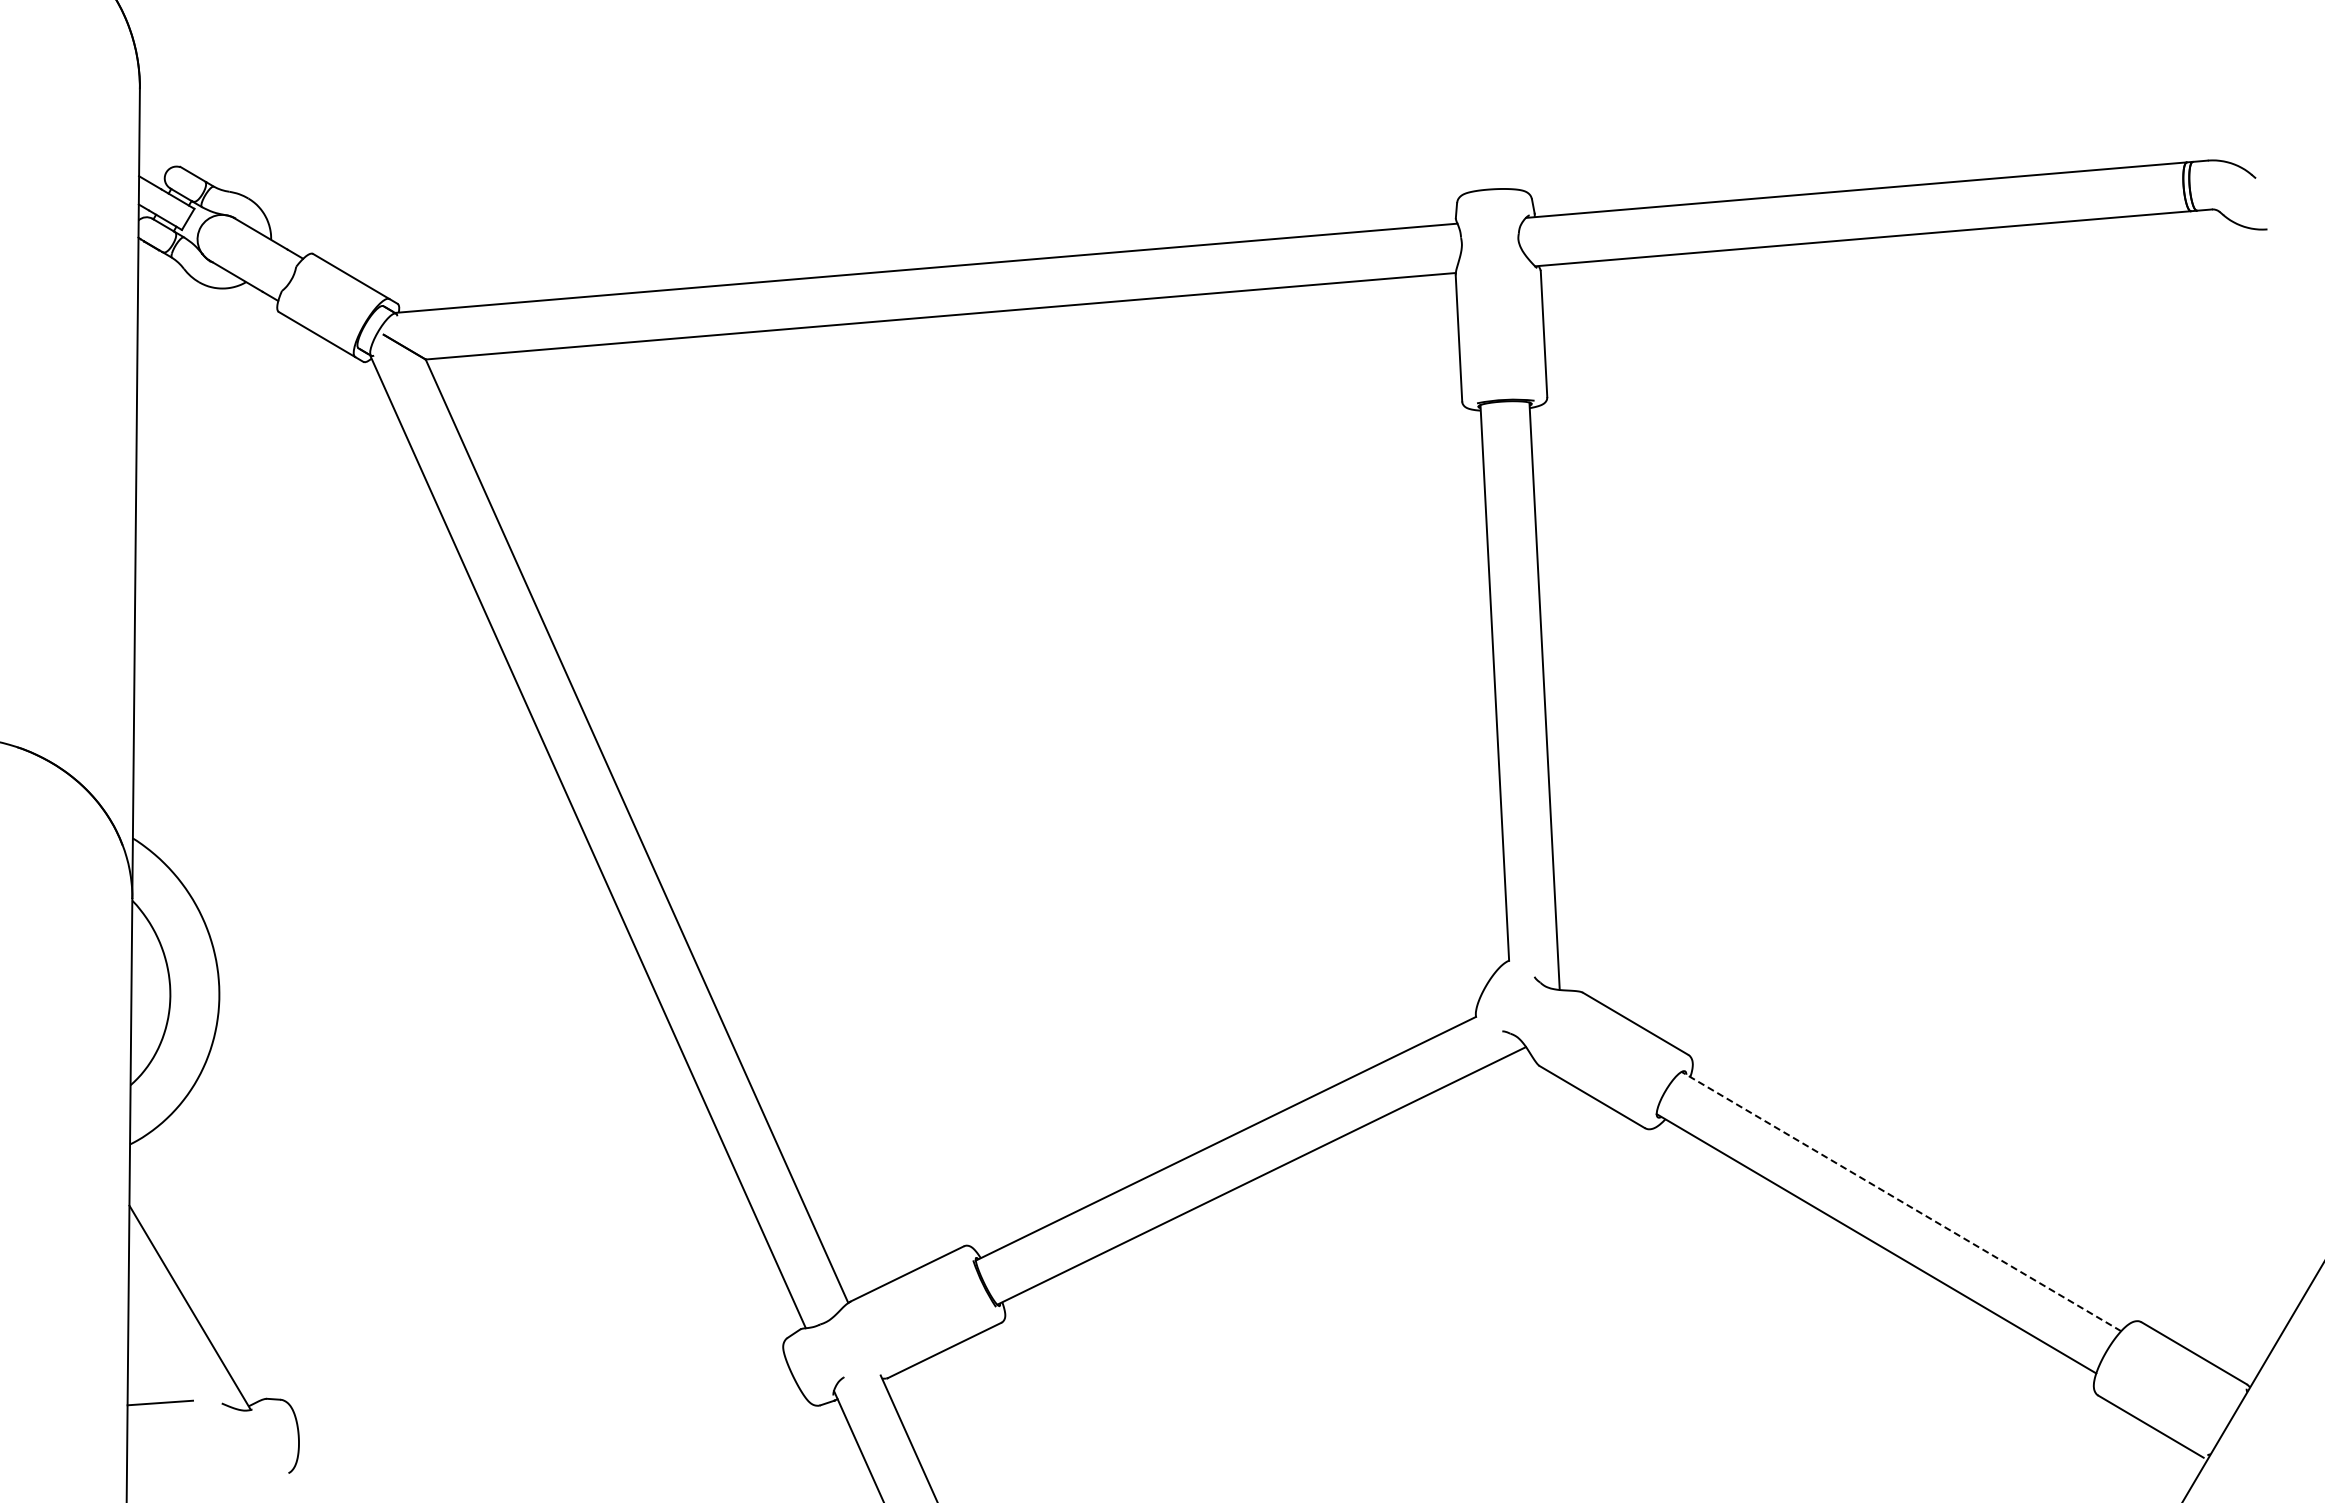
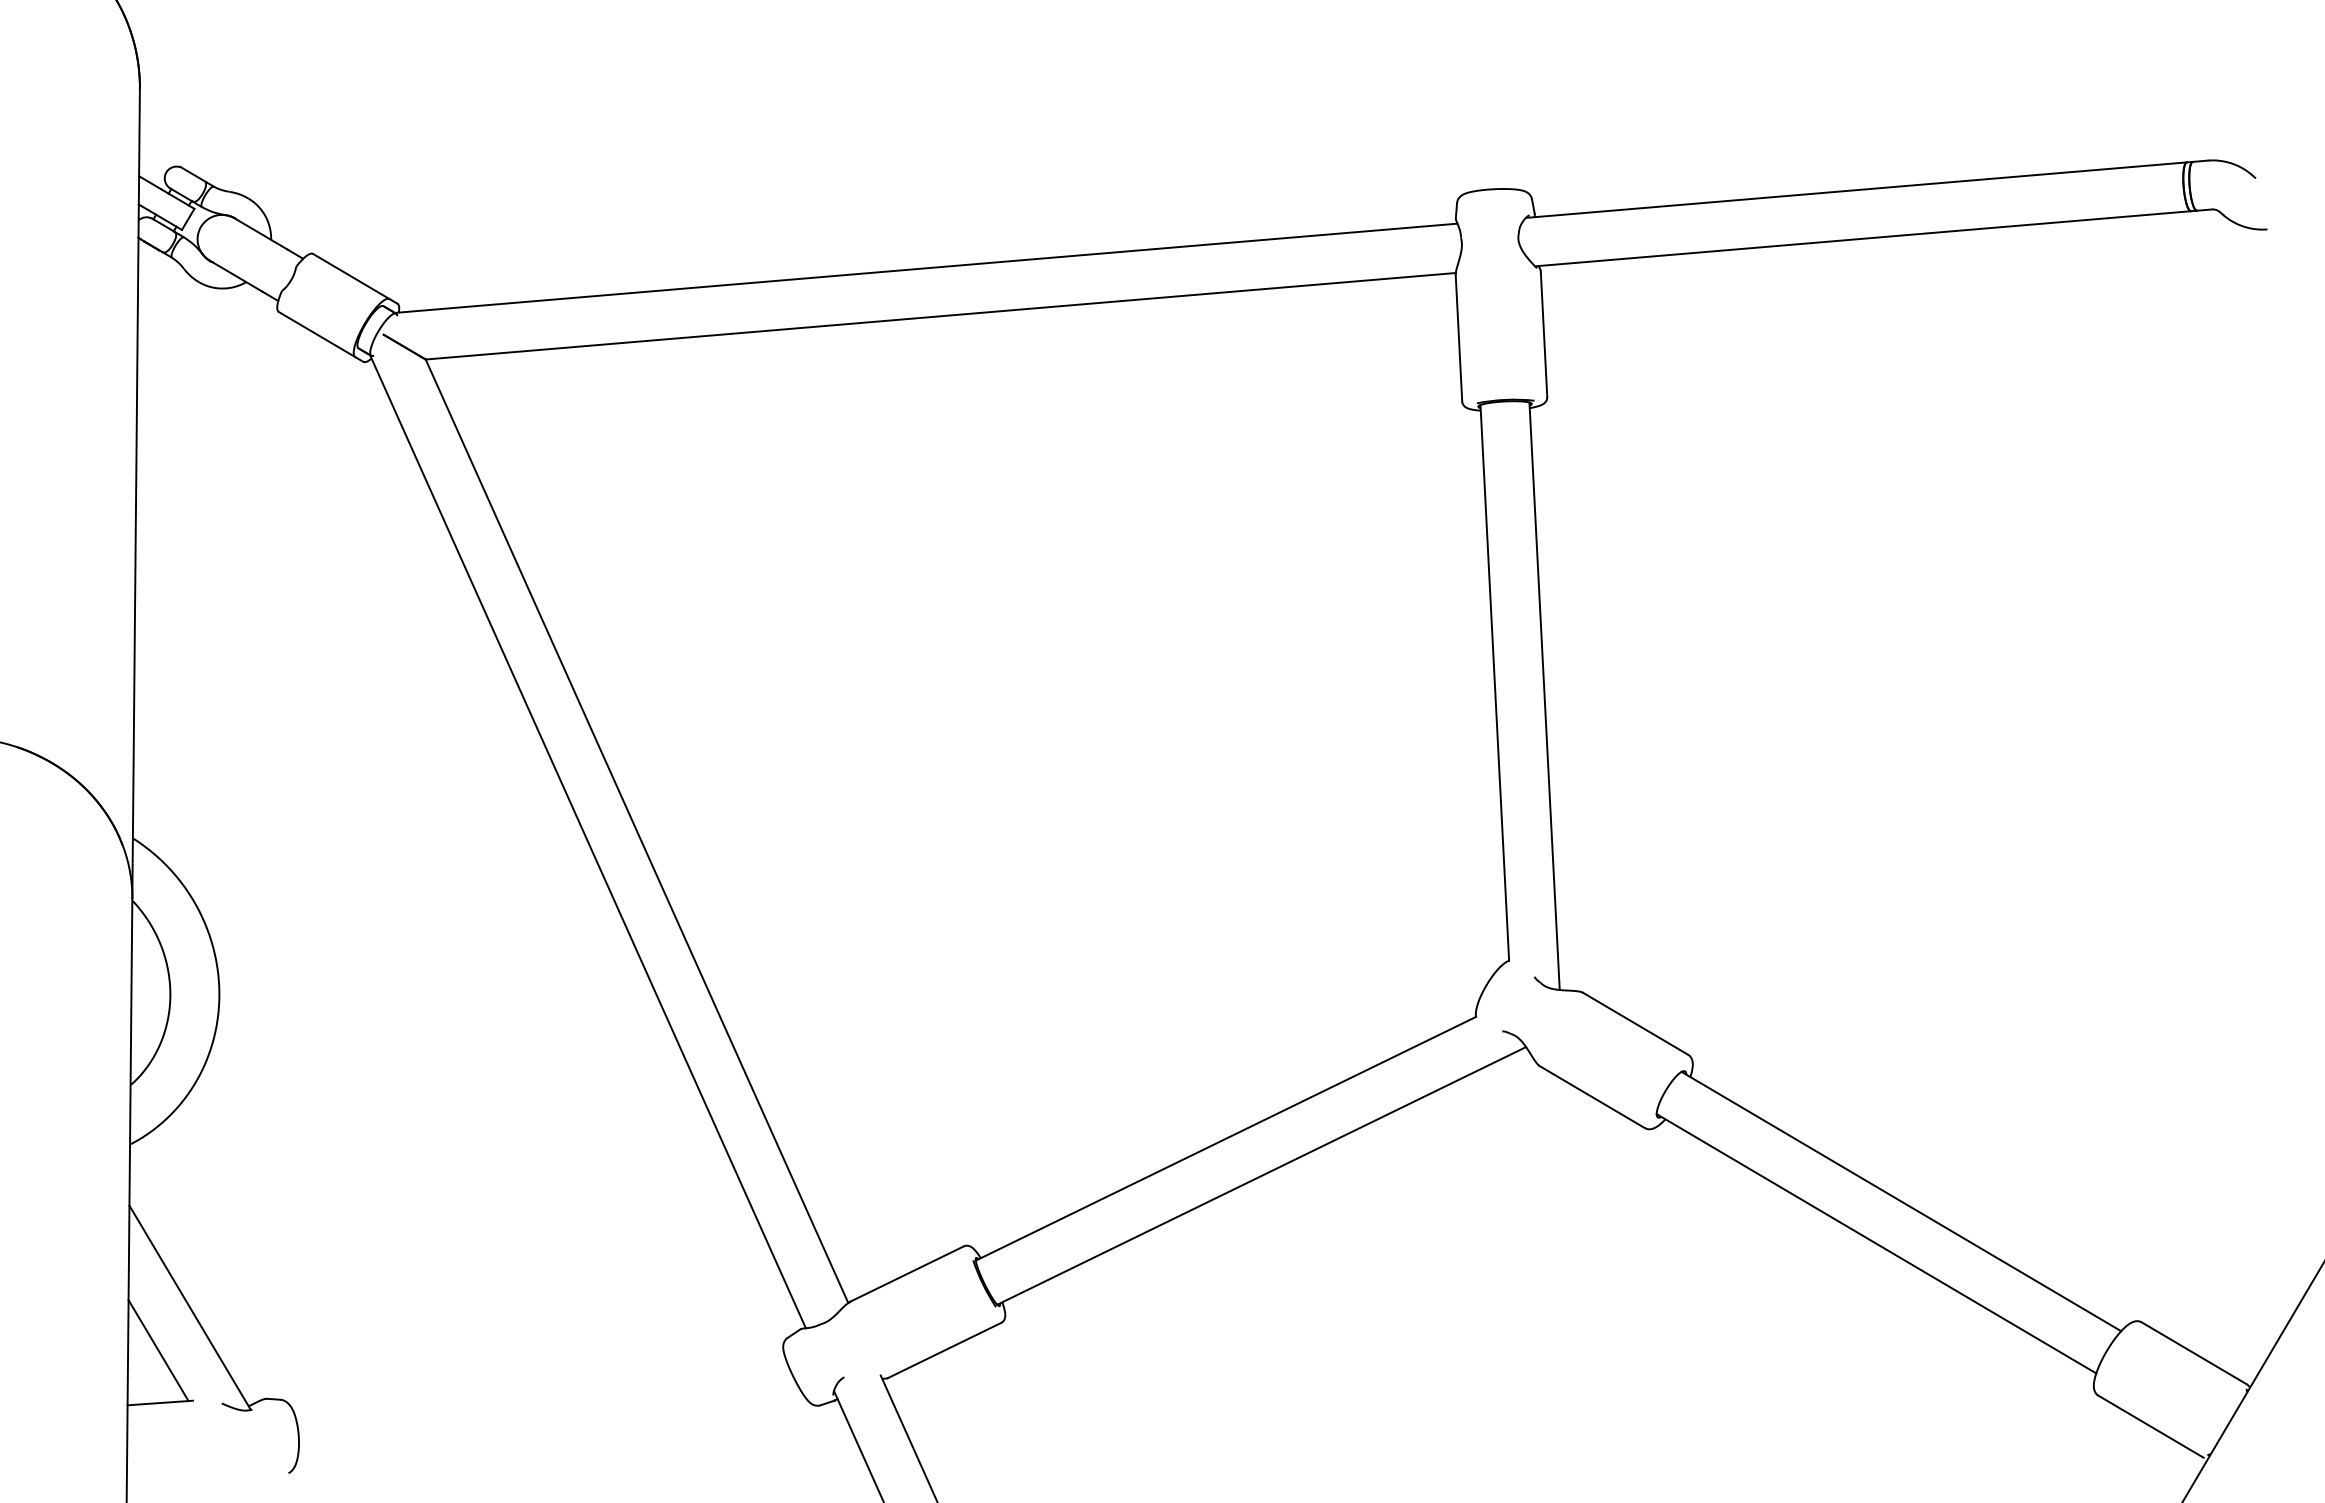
line at (1900, 1201): dashed -> solid
line at (158, 1350): none -> present
